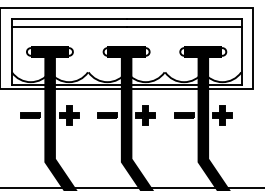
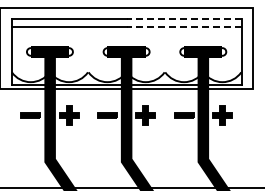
line at (183, 19): solid -> dashed
line at (183, 27): solid -> dashed
